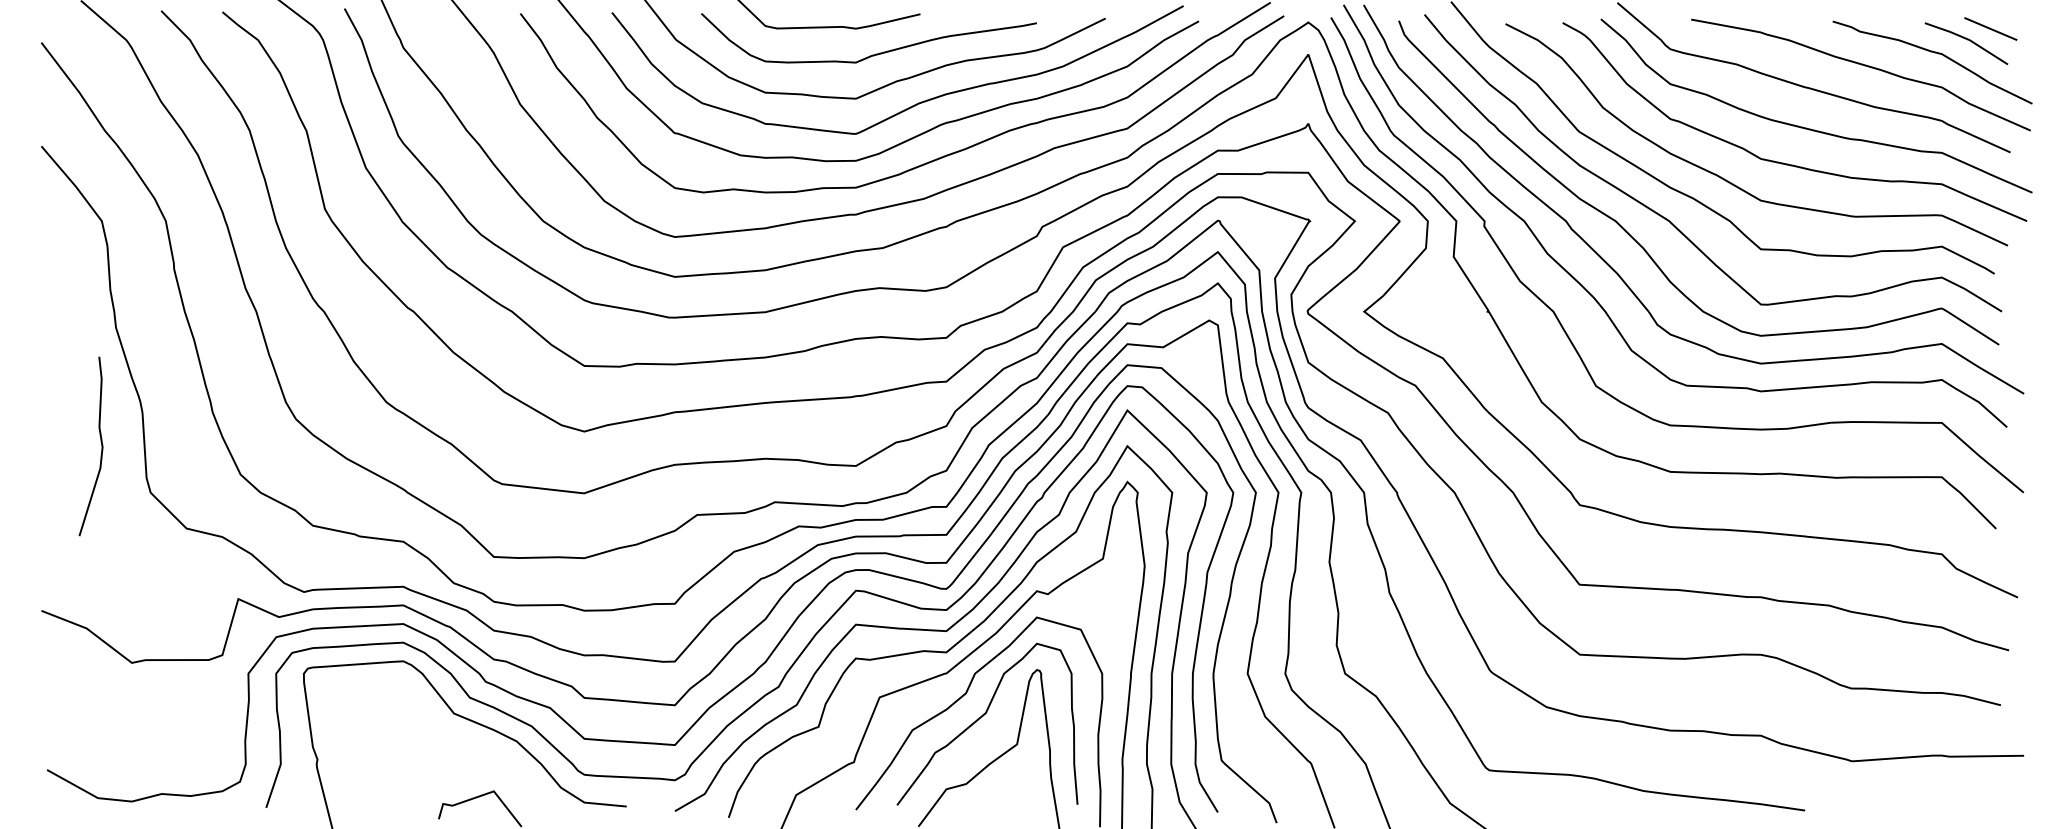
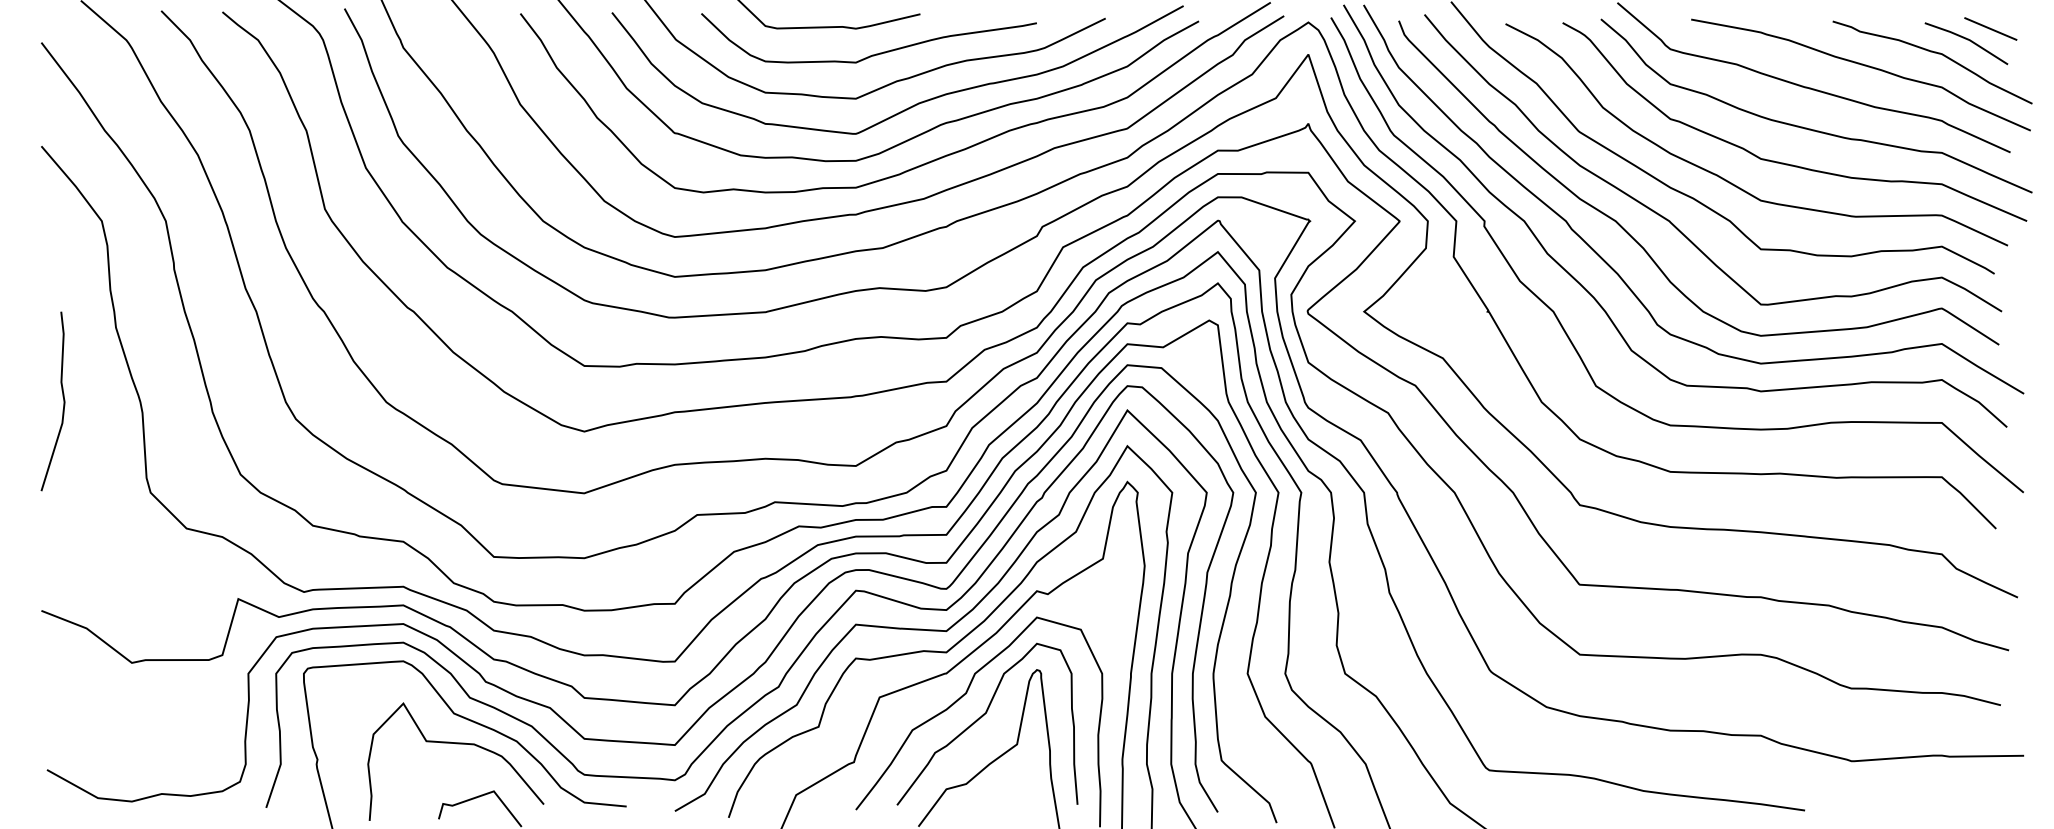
curve at (101, 446) position: (101, 446) -> (63, 401)
curve at (456, 744): none -> present
